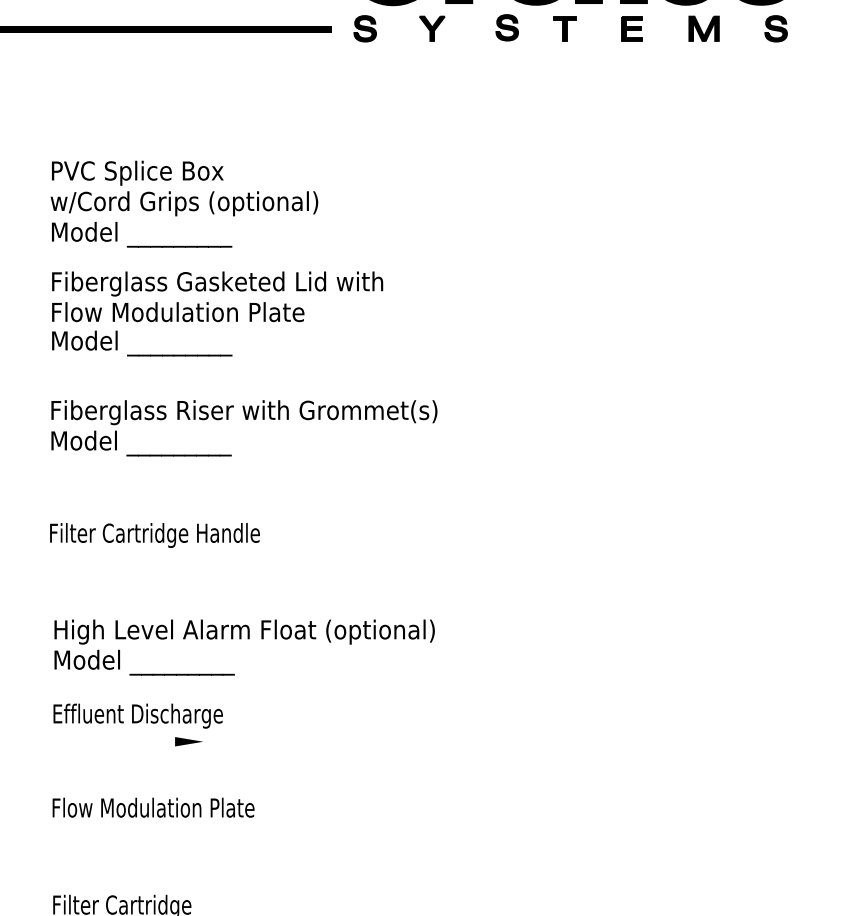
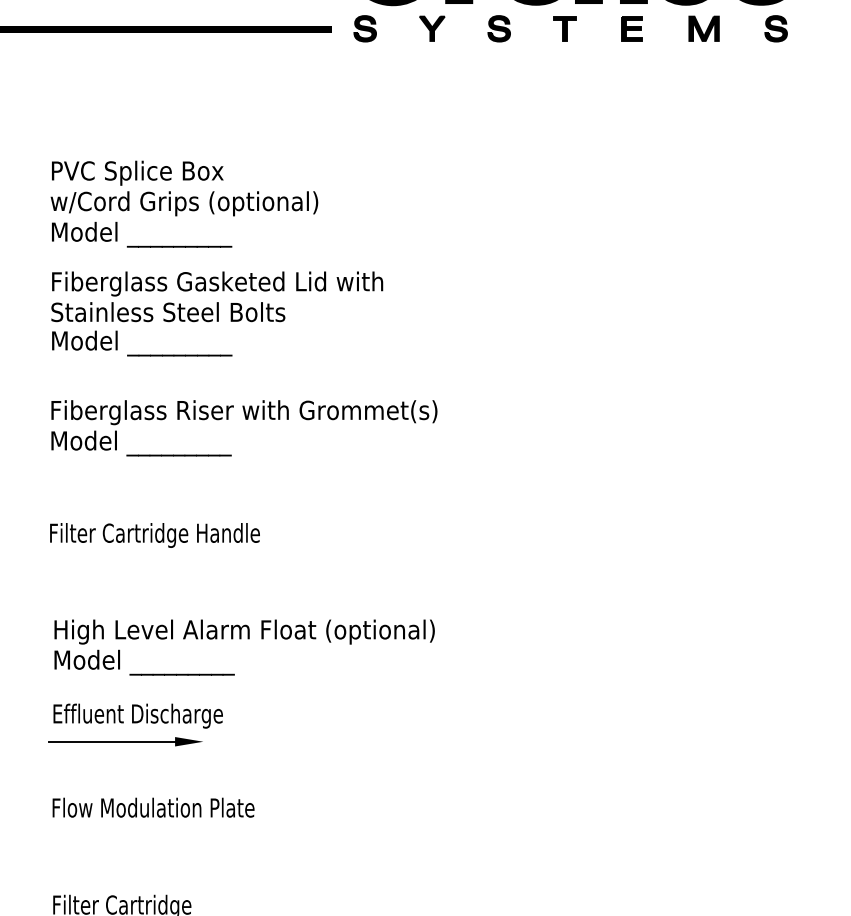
part at (506, 27) position: (506, 27) -> (498, 28)
text at (177, 312): Flow Modulation Plate -> Stainless Steel Bolts
line at (111, 741): none -> present
